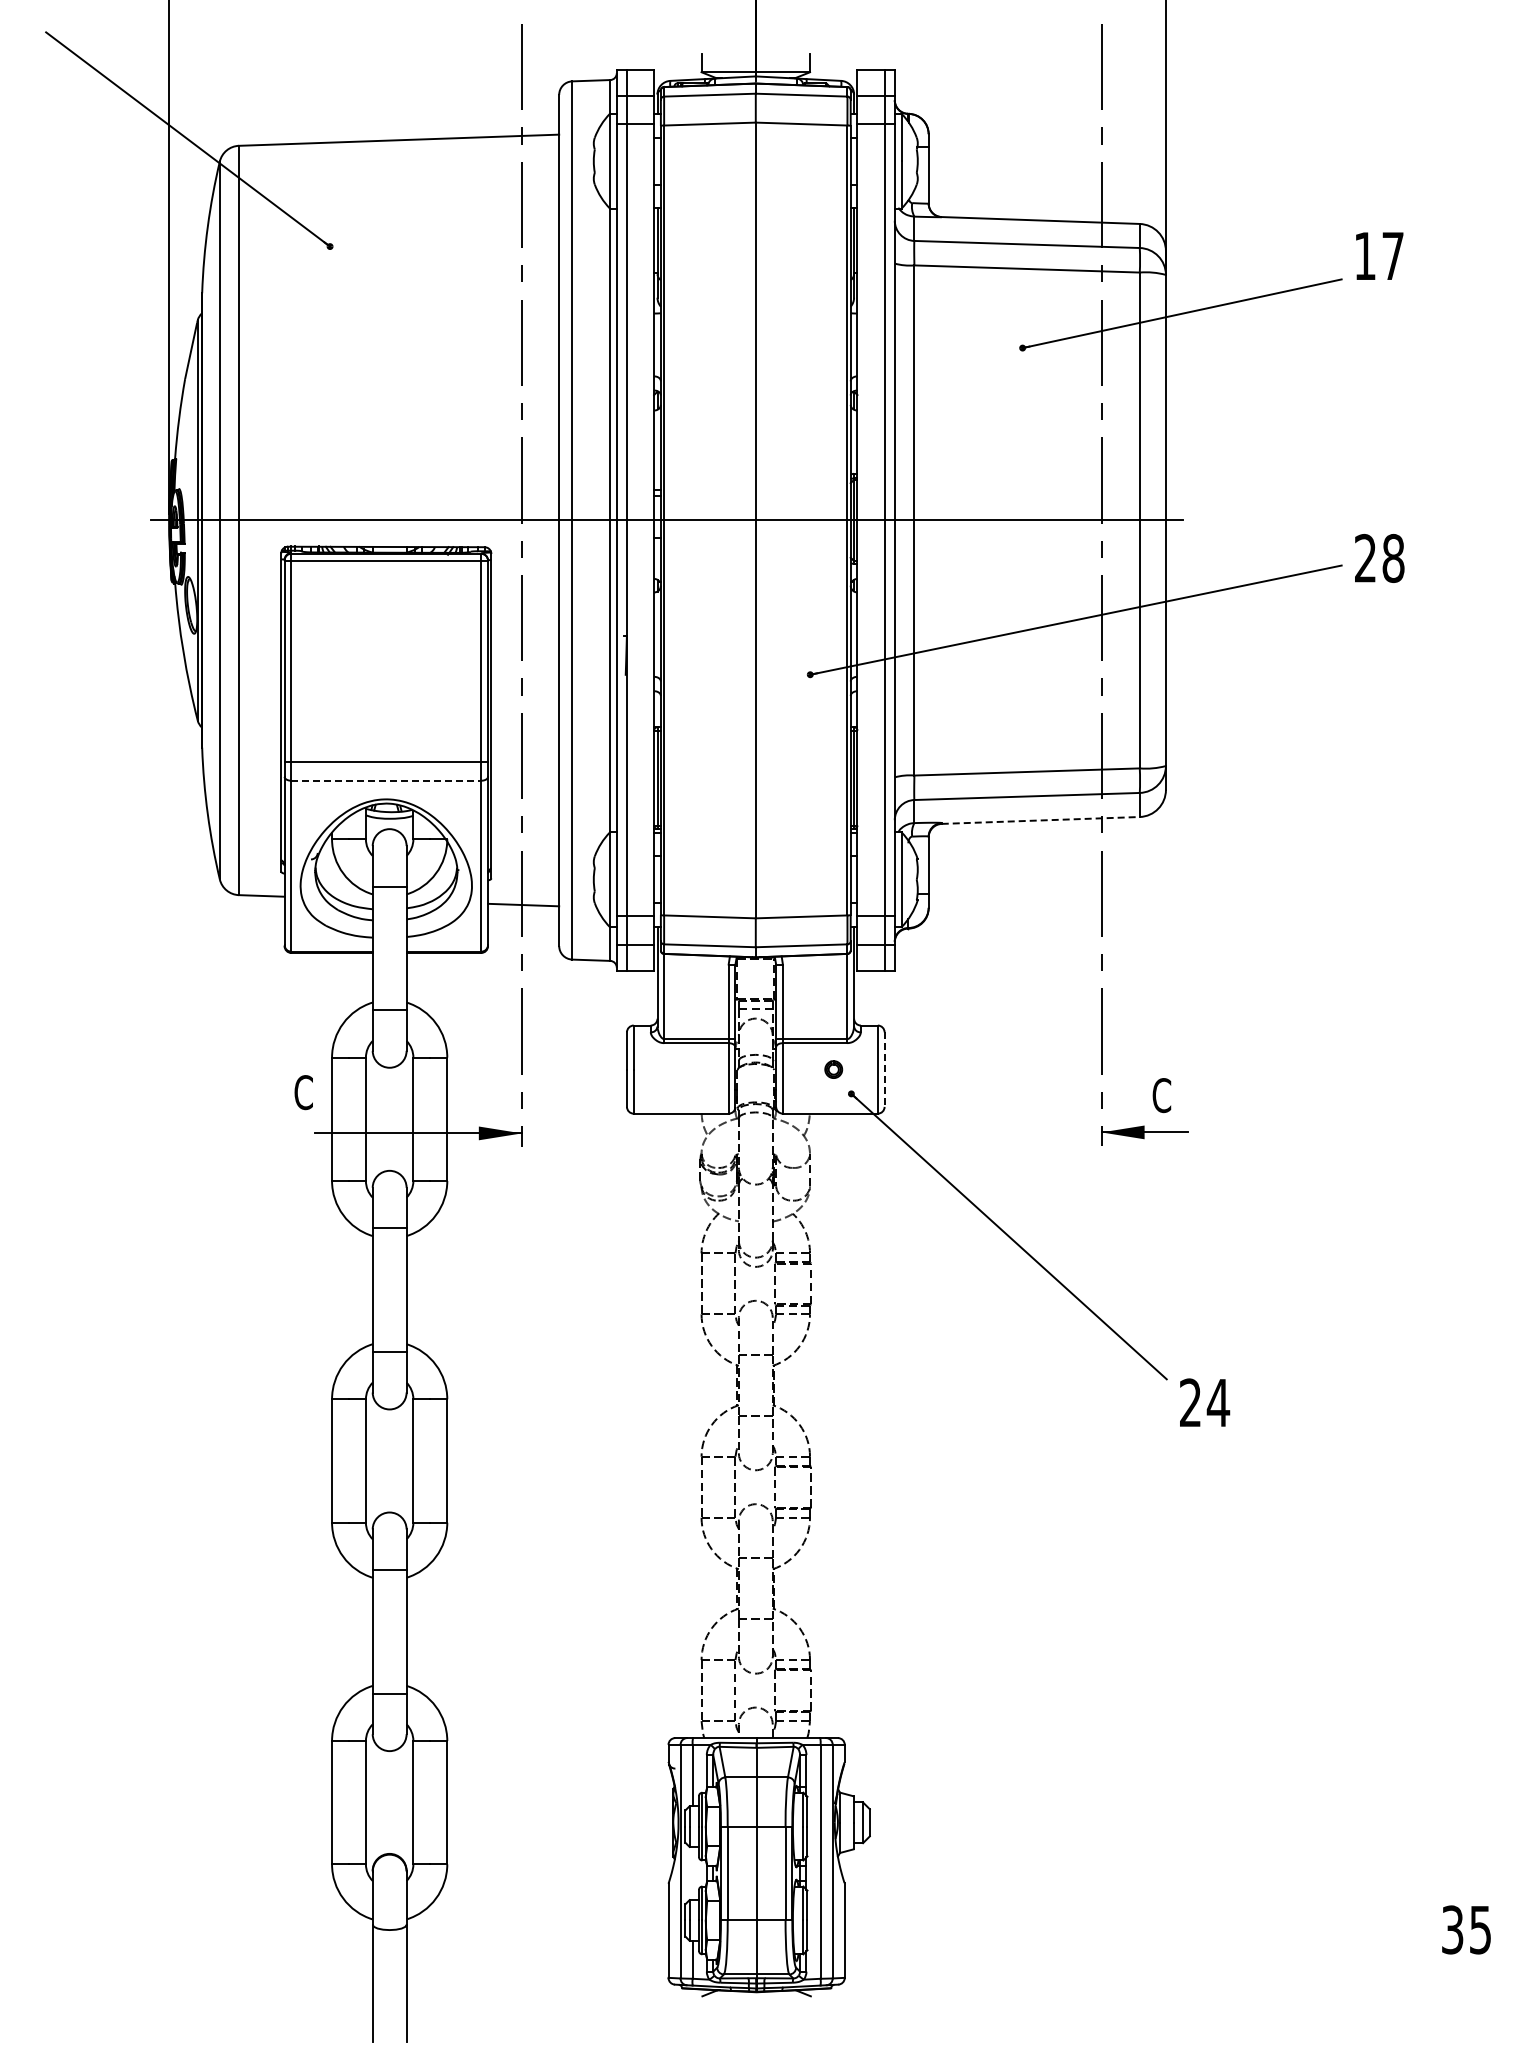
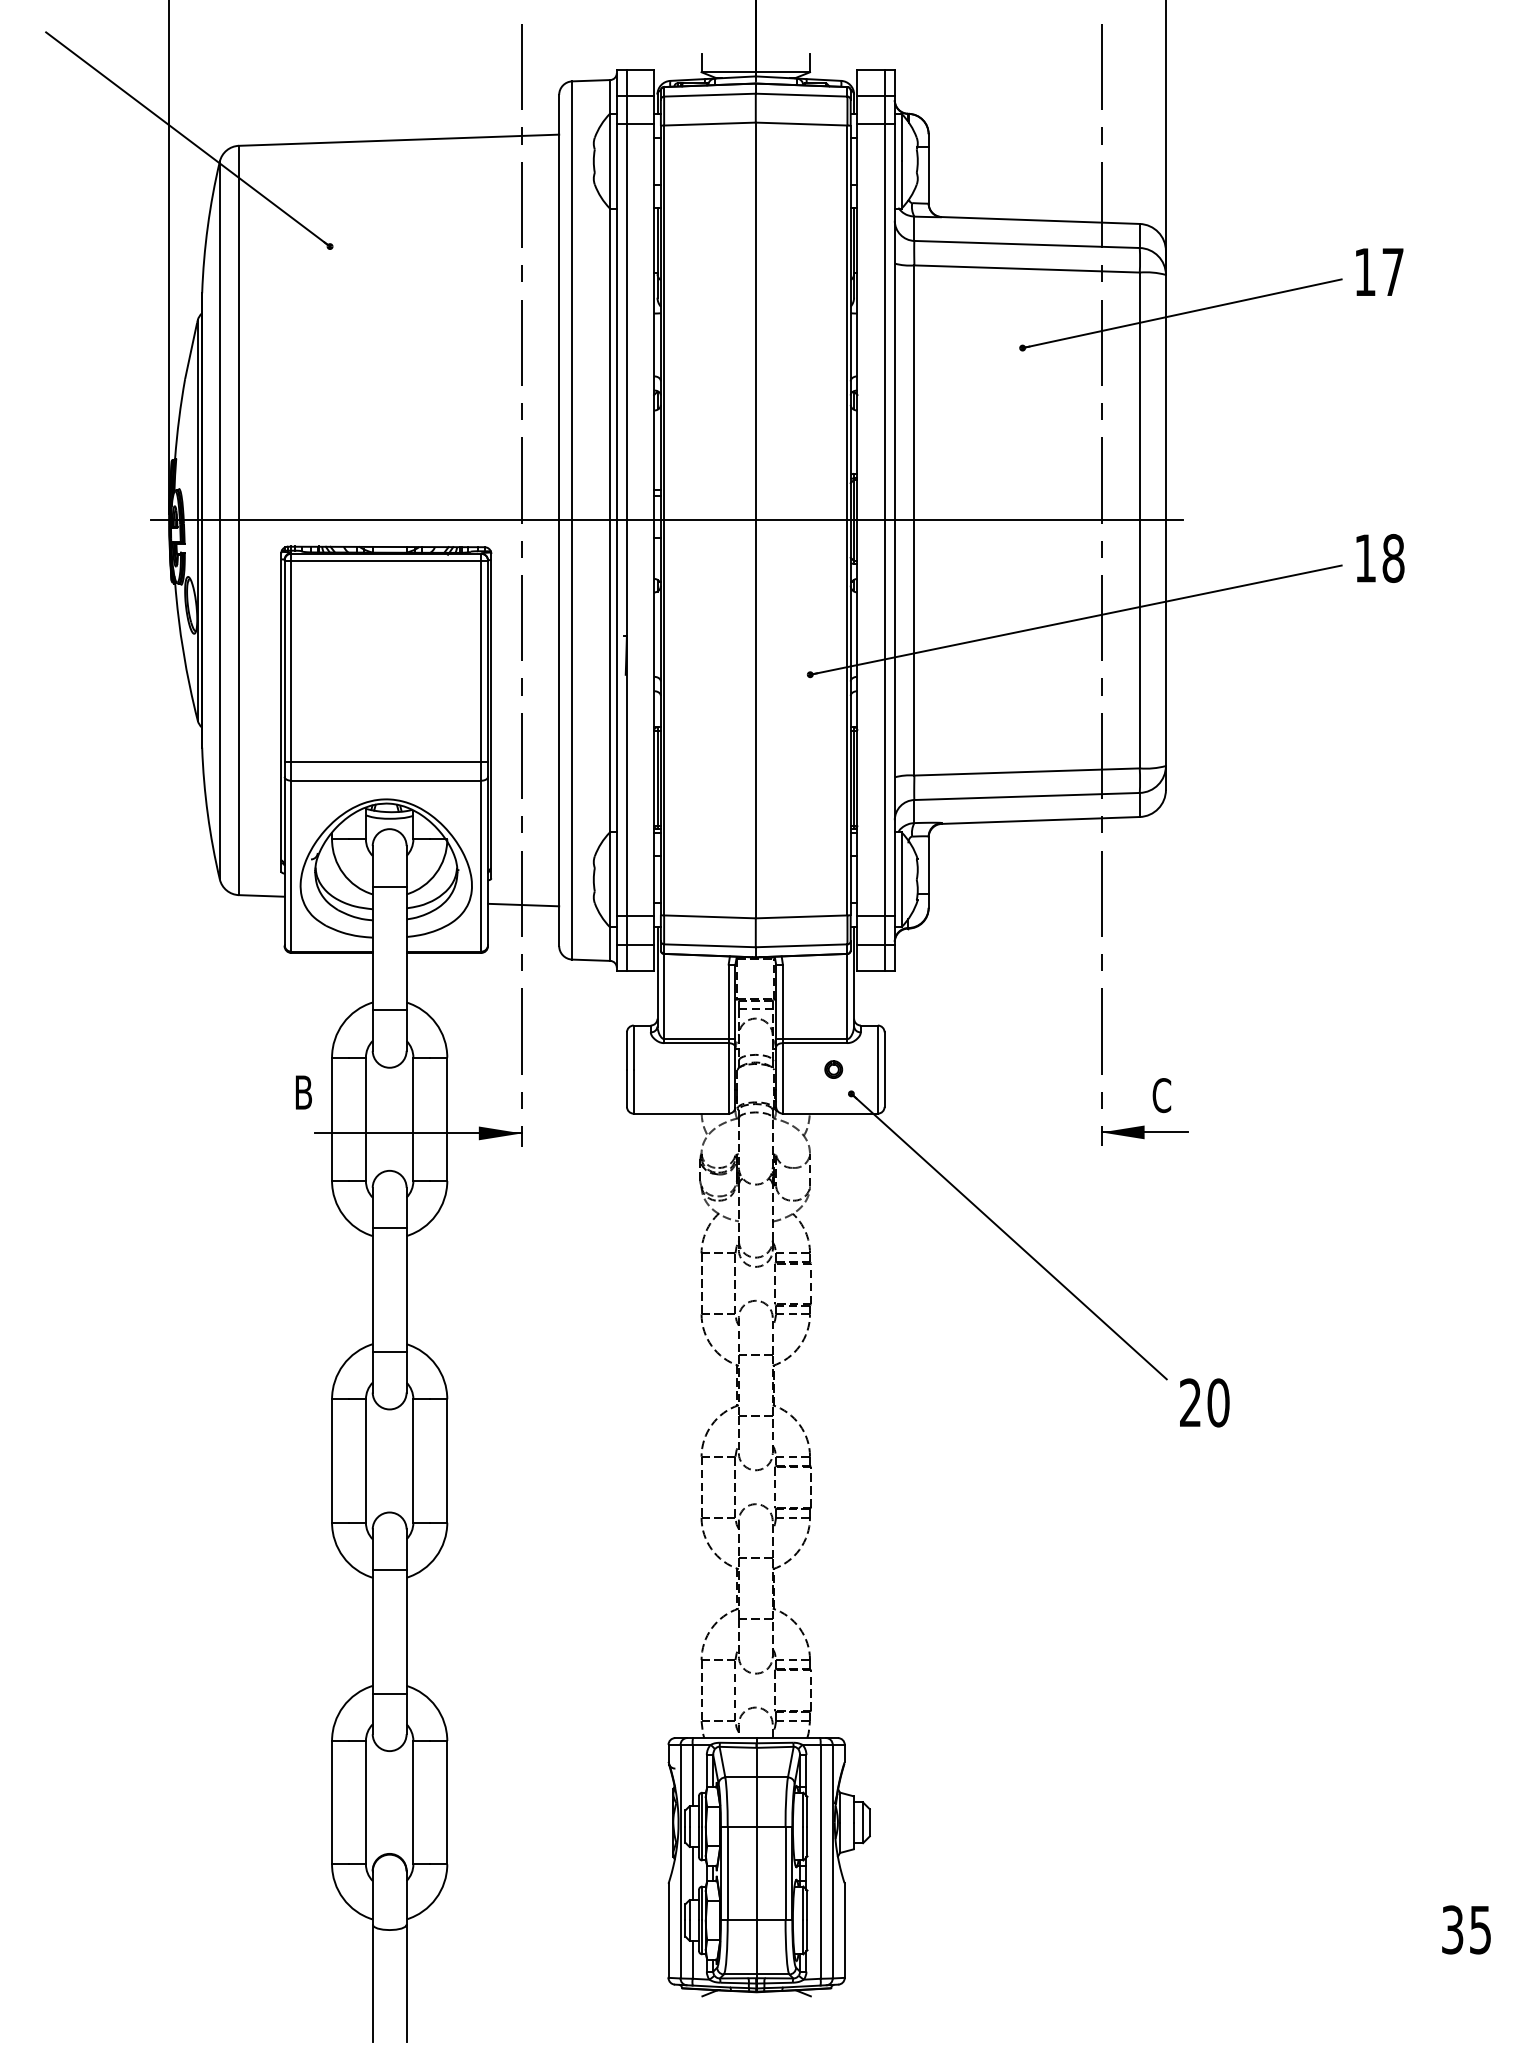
text at (1379, 255) position: (1379, 255) -> (1379, 271)
text at (1365, 557): 28 -> 18
line at (386, 780): dashed -> solid
line at (1041, 820): dashed -> solid
line at (884, 1070): dashed -> solid
text at (303, 1092): C -> B
text at (1218, 1402): 24 -> 20
line at (692, 1873): none -> present
